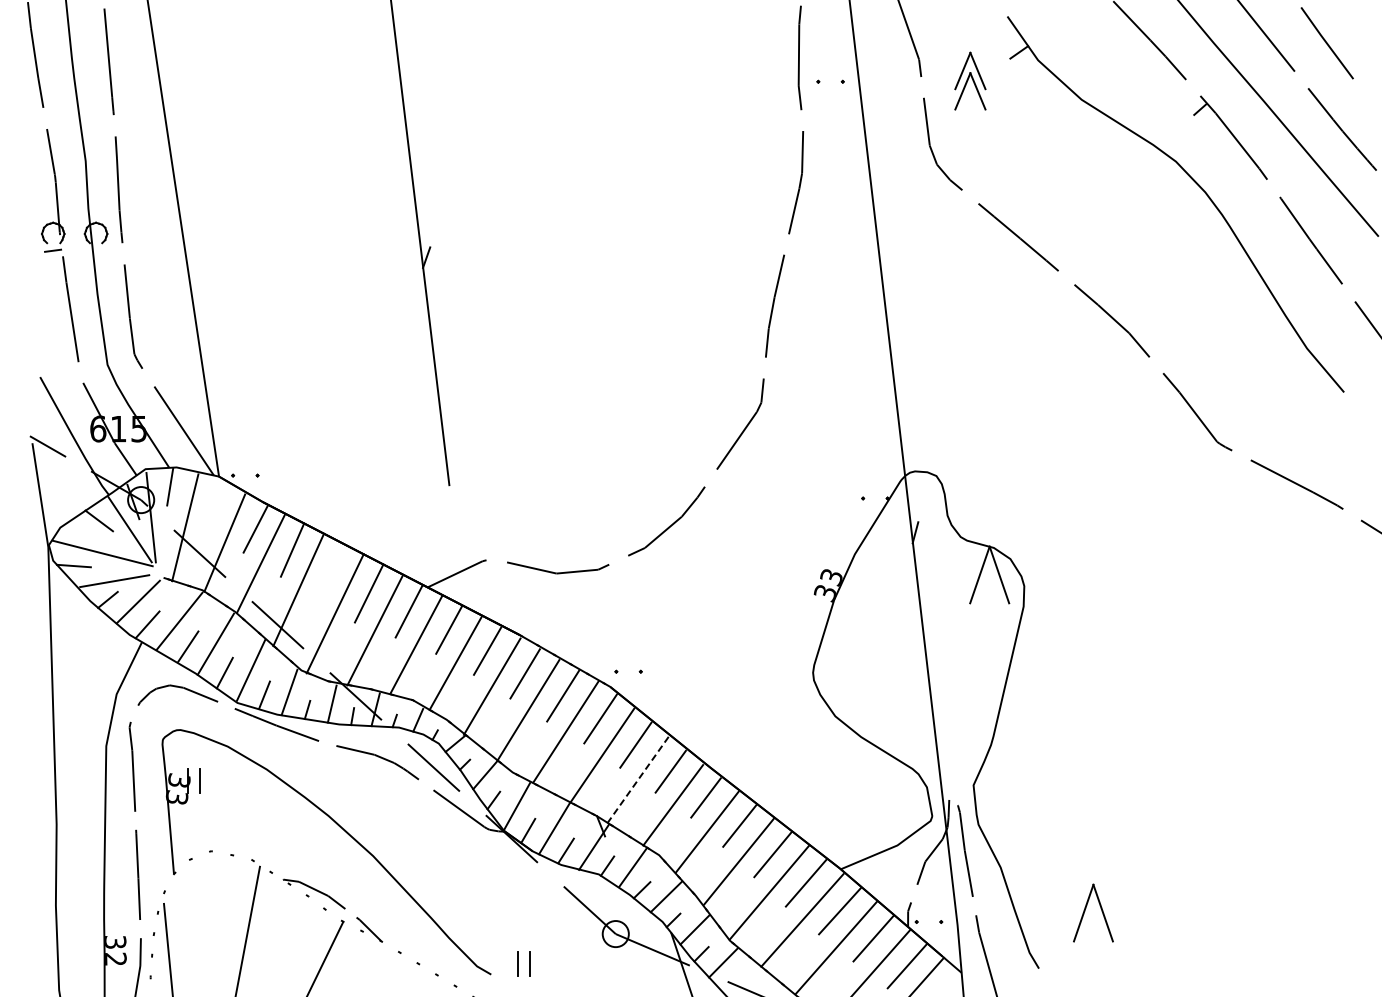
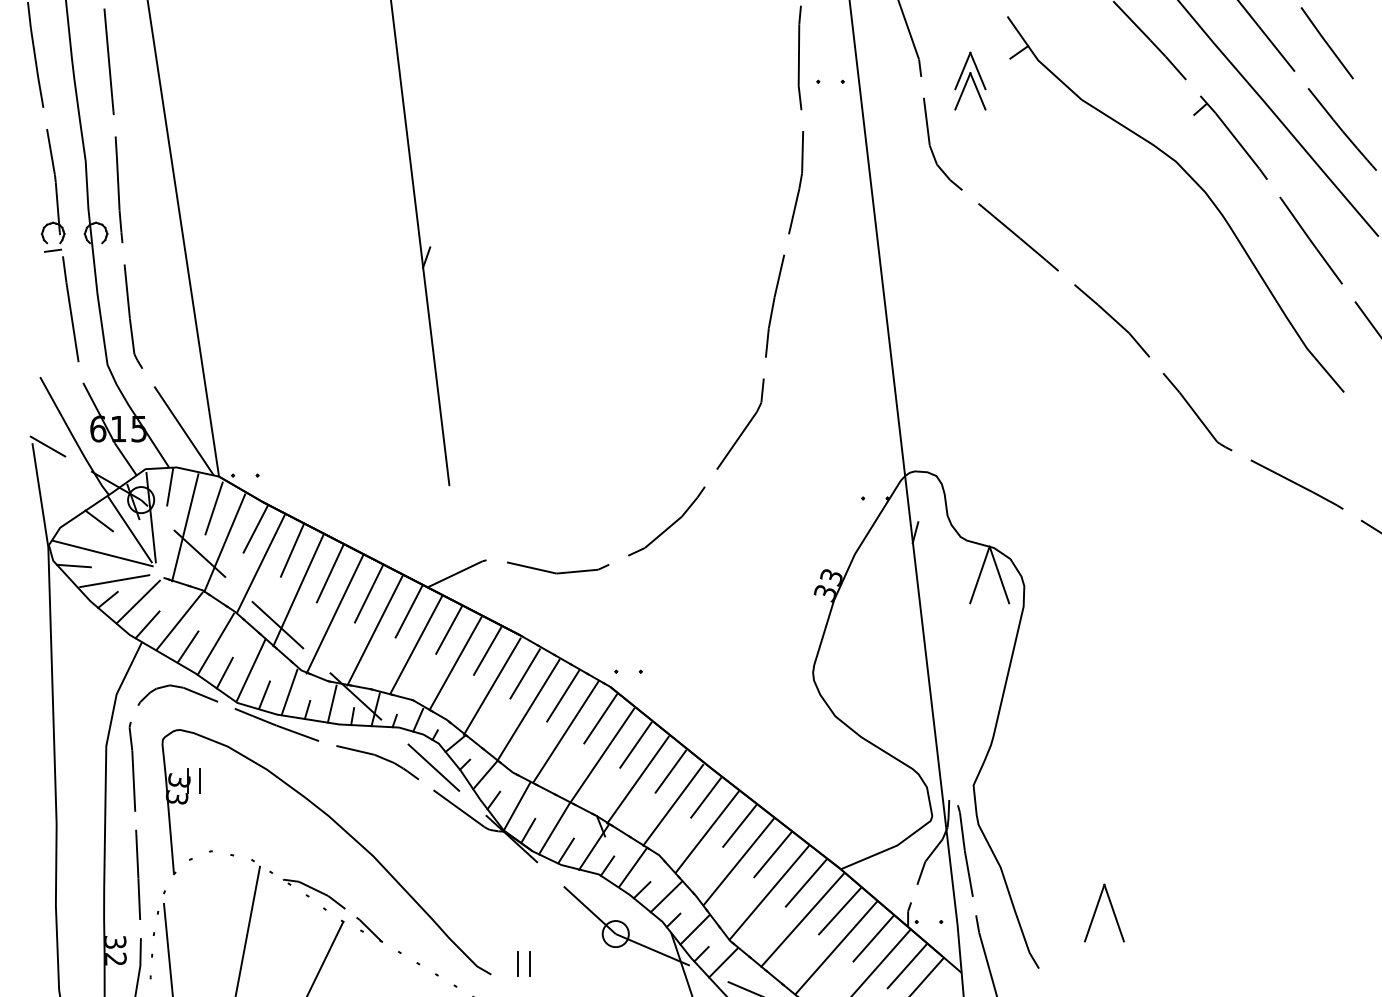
line at (213, 508): none -> present
line at (329, 573): none -> present
line at (637, 780): dashed -> solid
part at (1086, 908) position: (1086, 908) -> (1097, 908)
